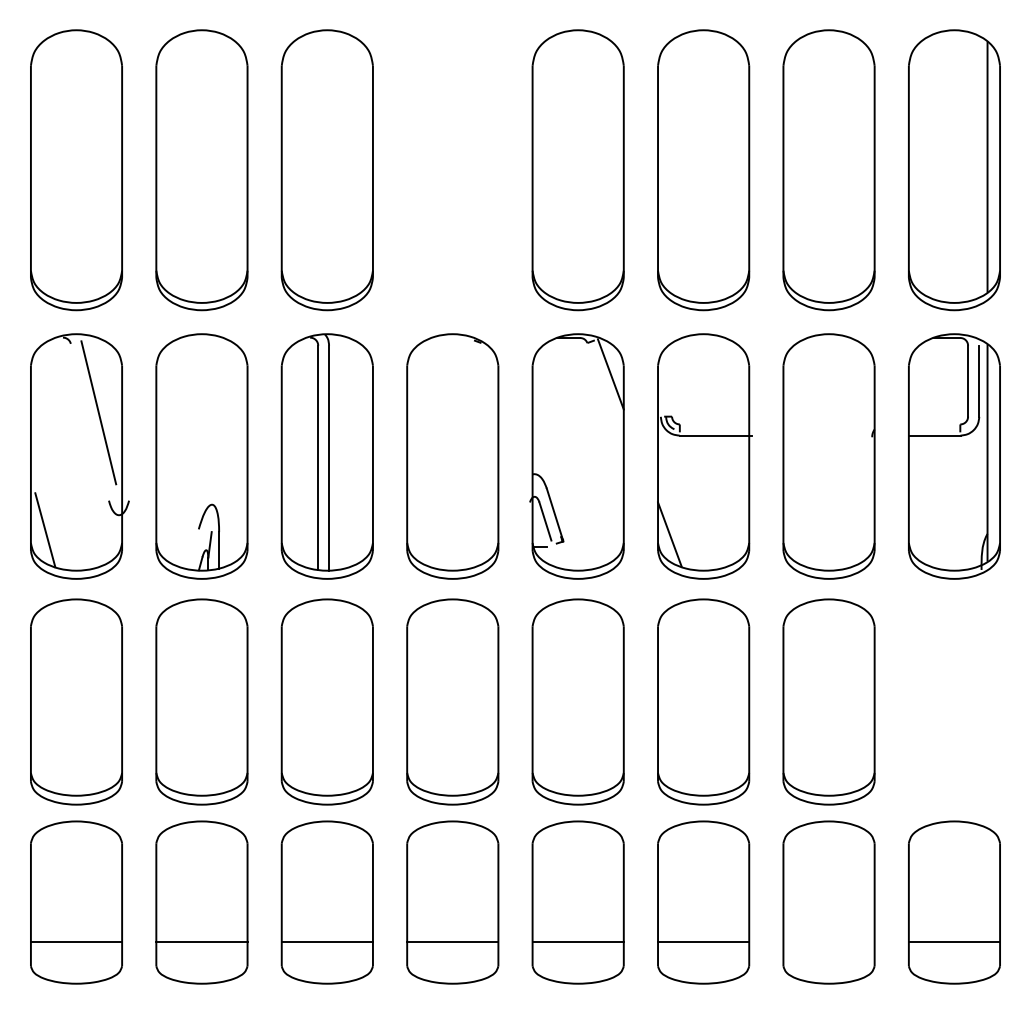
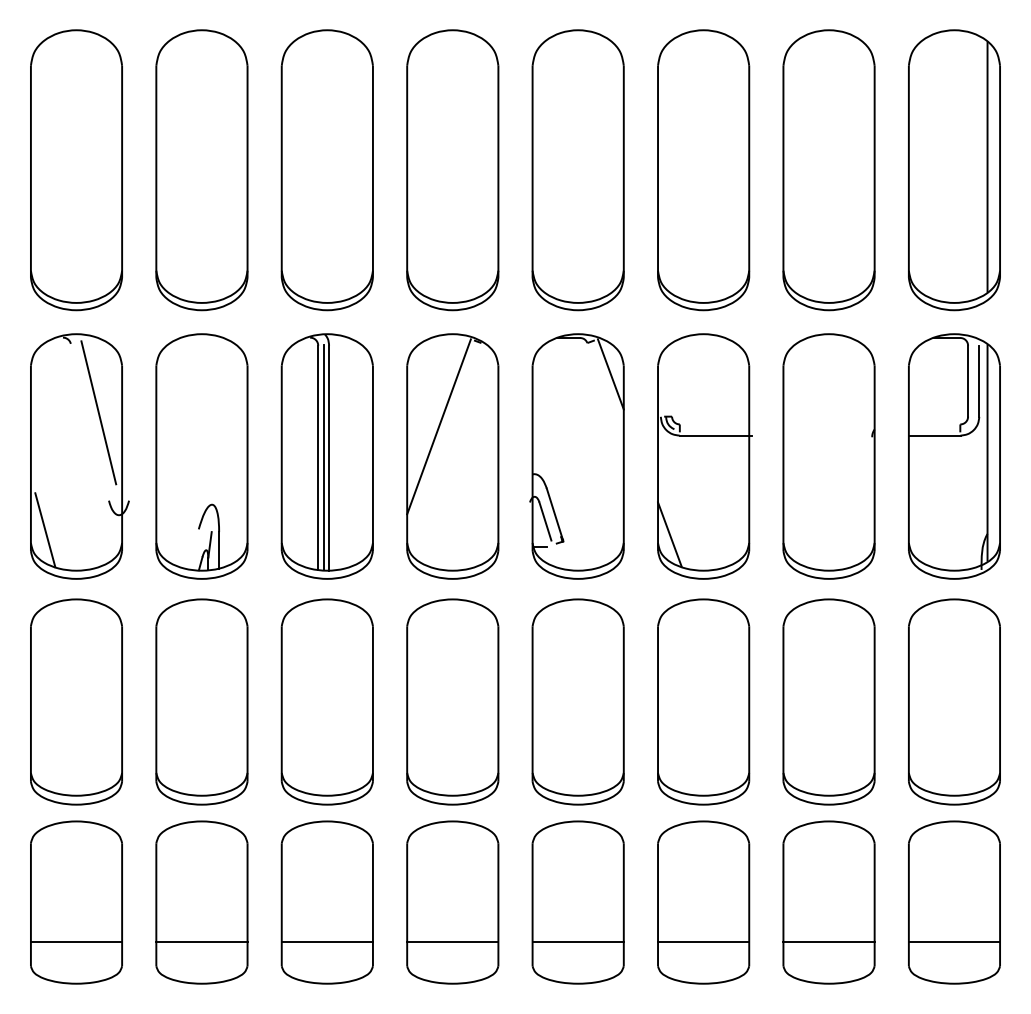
part at (452, 170): none -> present
line at (438, 426): none -> present
line at (323, 457): none -> present
part at (954, 701): none -> present
line at (828, 942): none -> present
